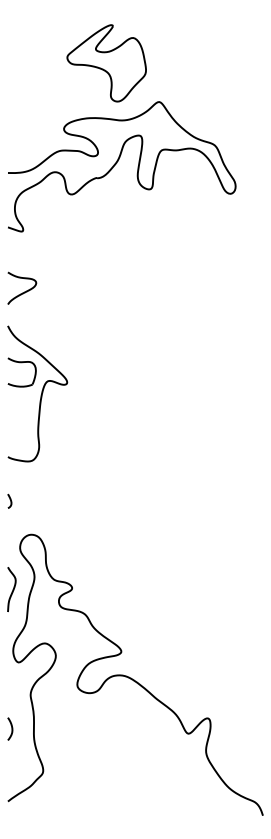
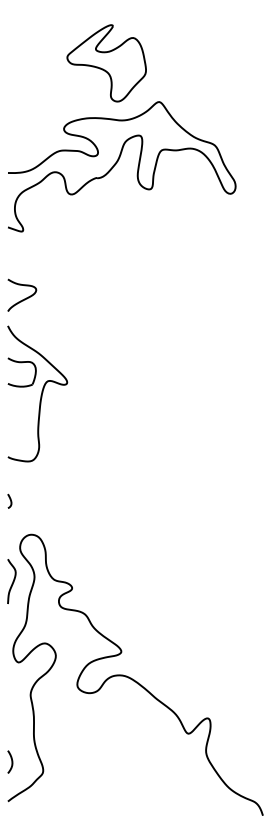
curve at (24, 291) position: (24, 291) -> (24, 298)
curve at (12, 589) position: (12, 589) -> (12, 581)
curve at (11, 728) position: (11, 728) -> (11, 761)
